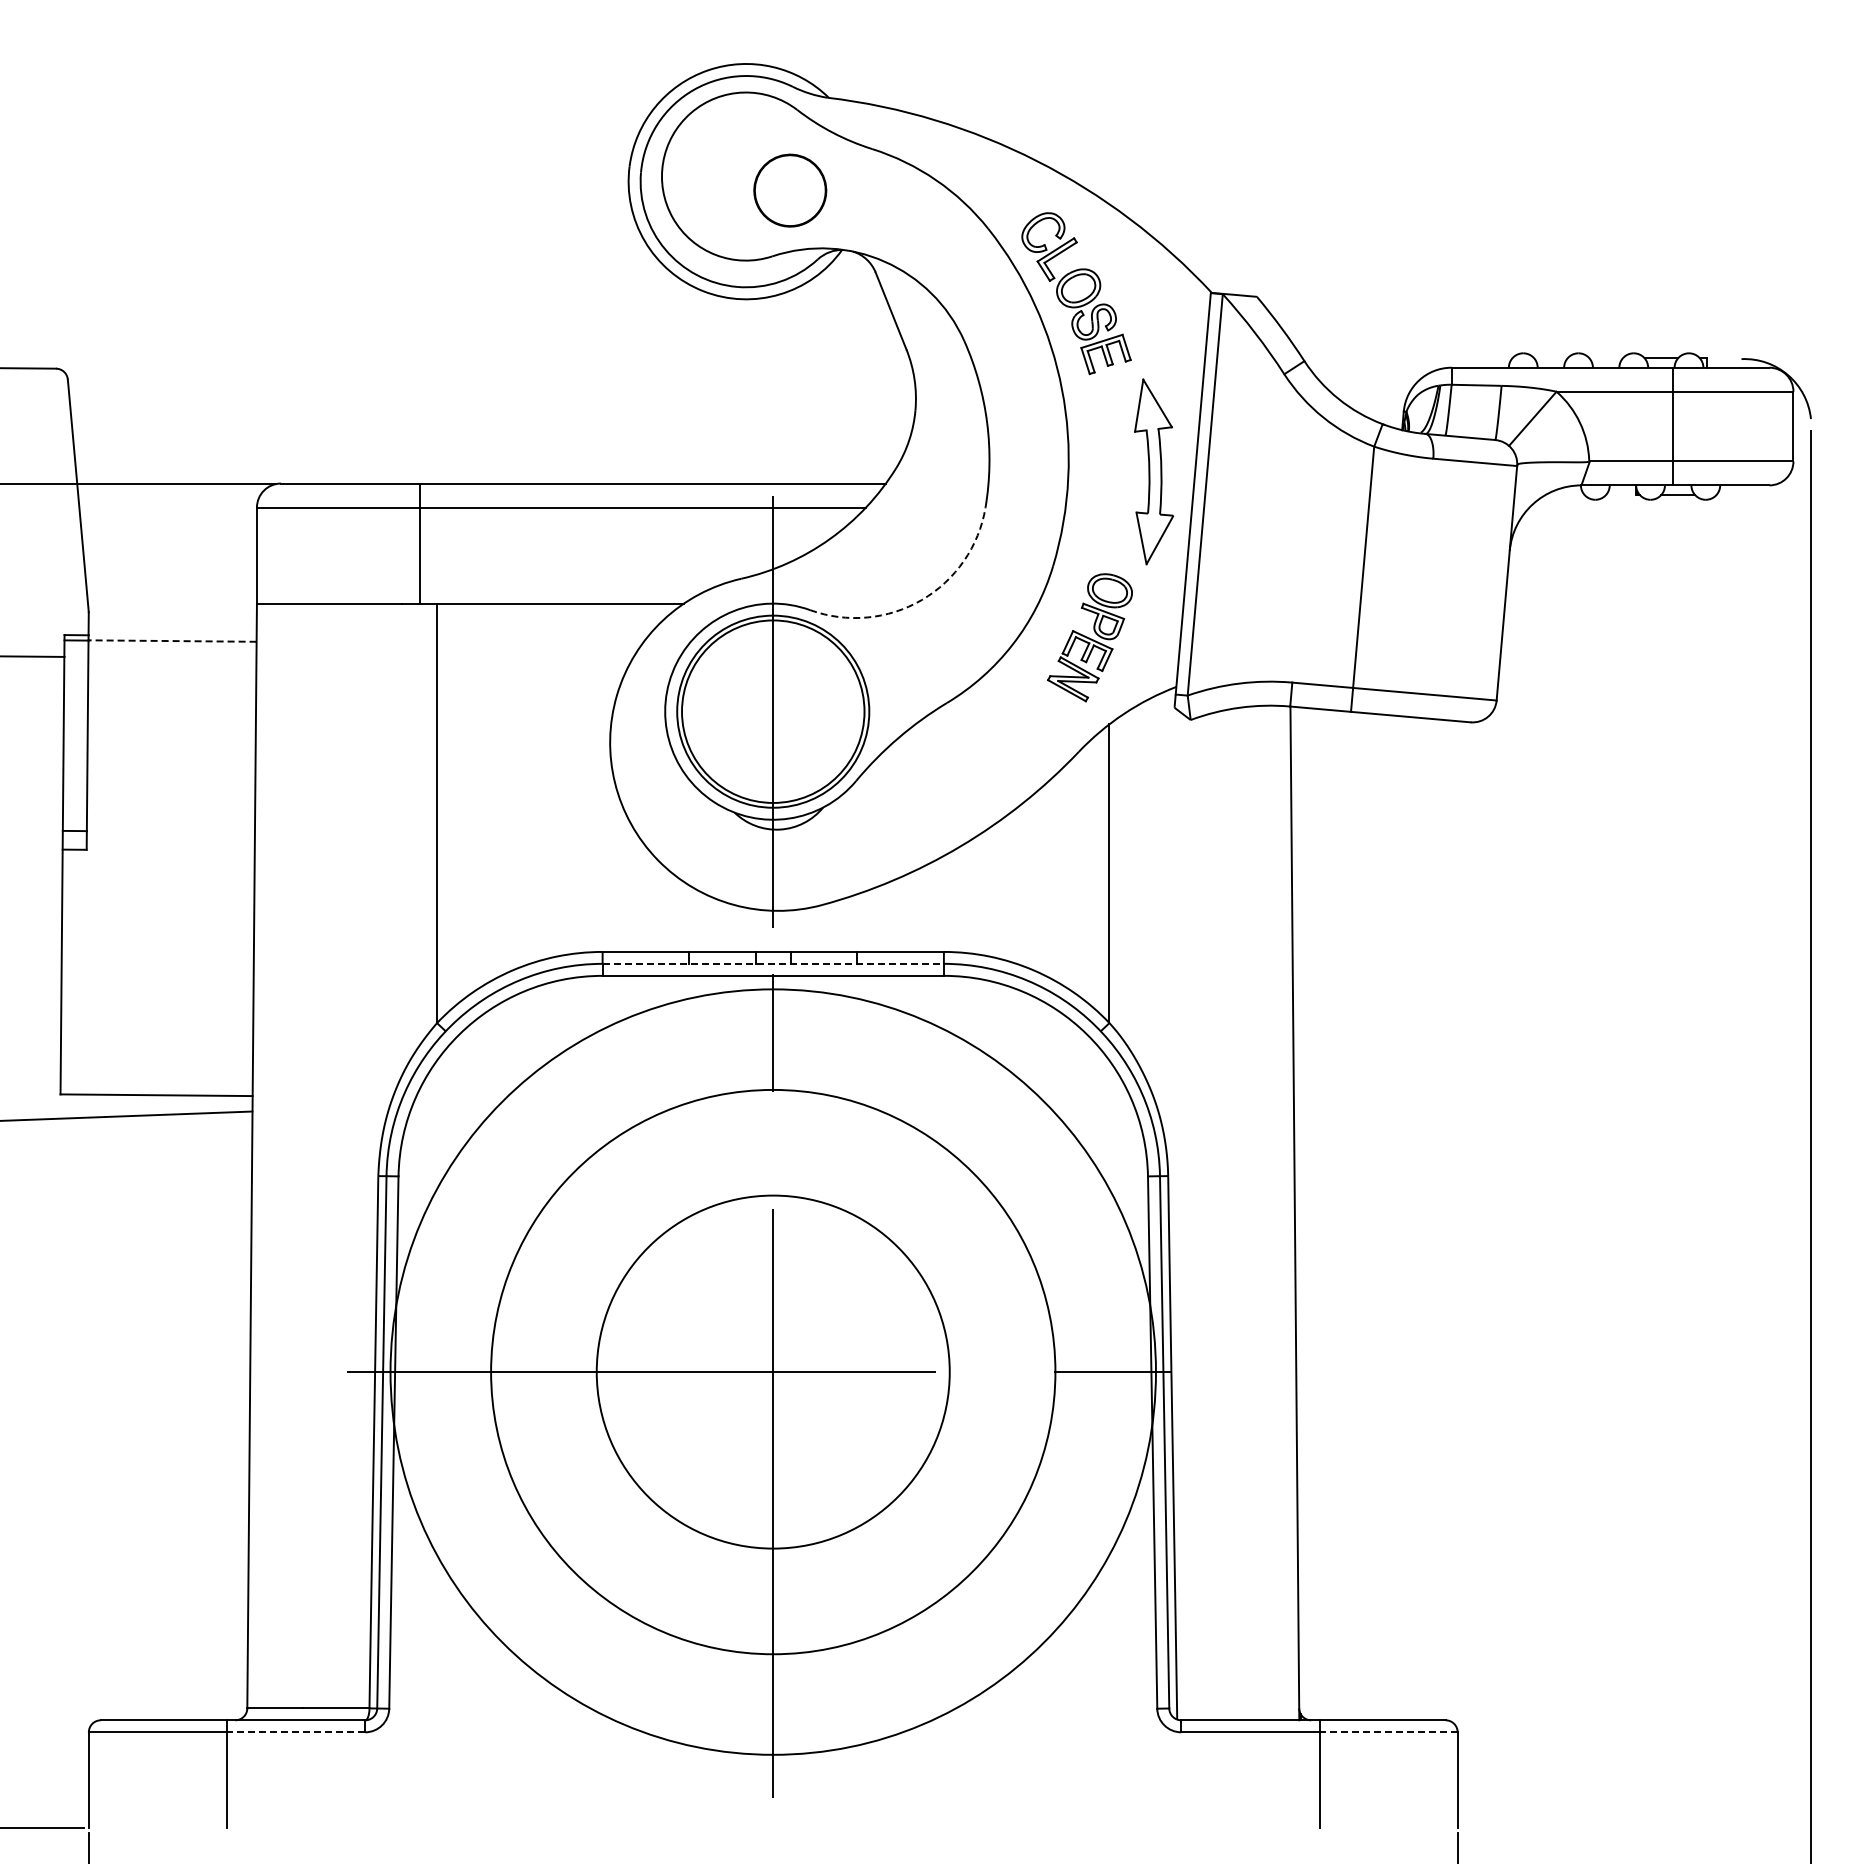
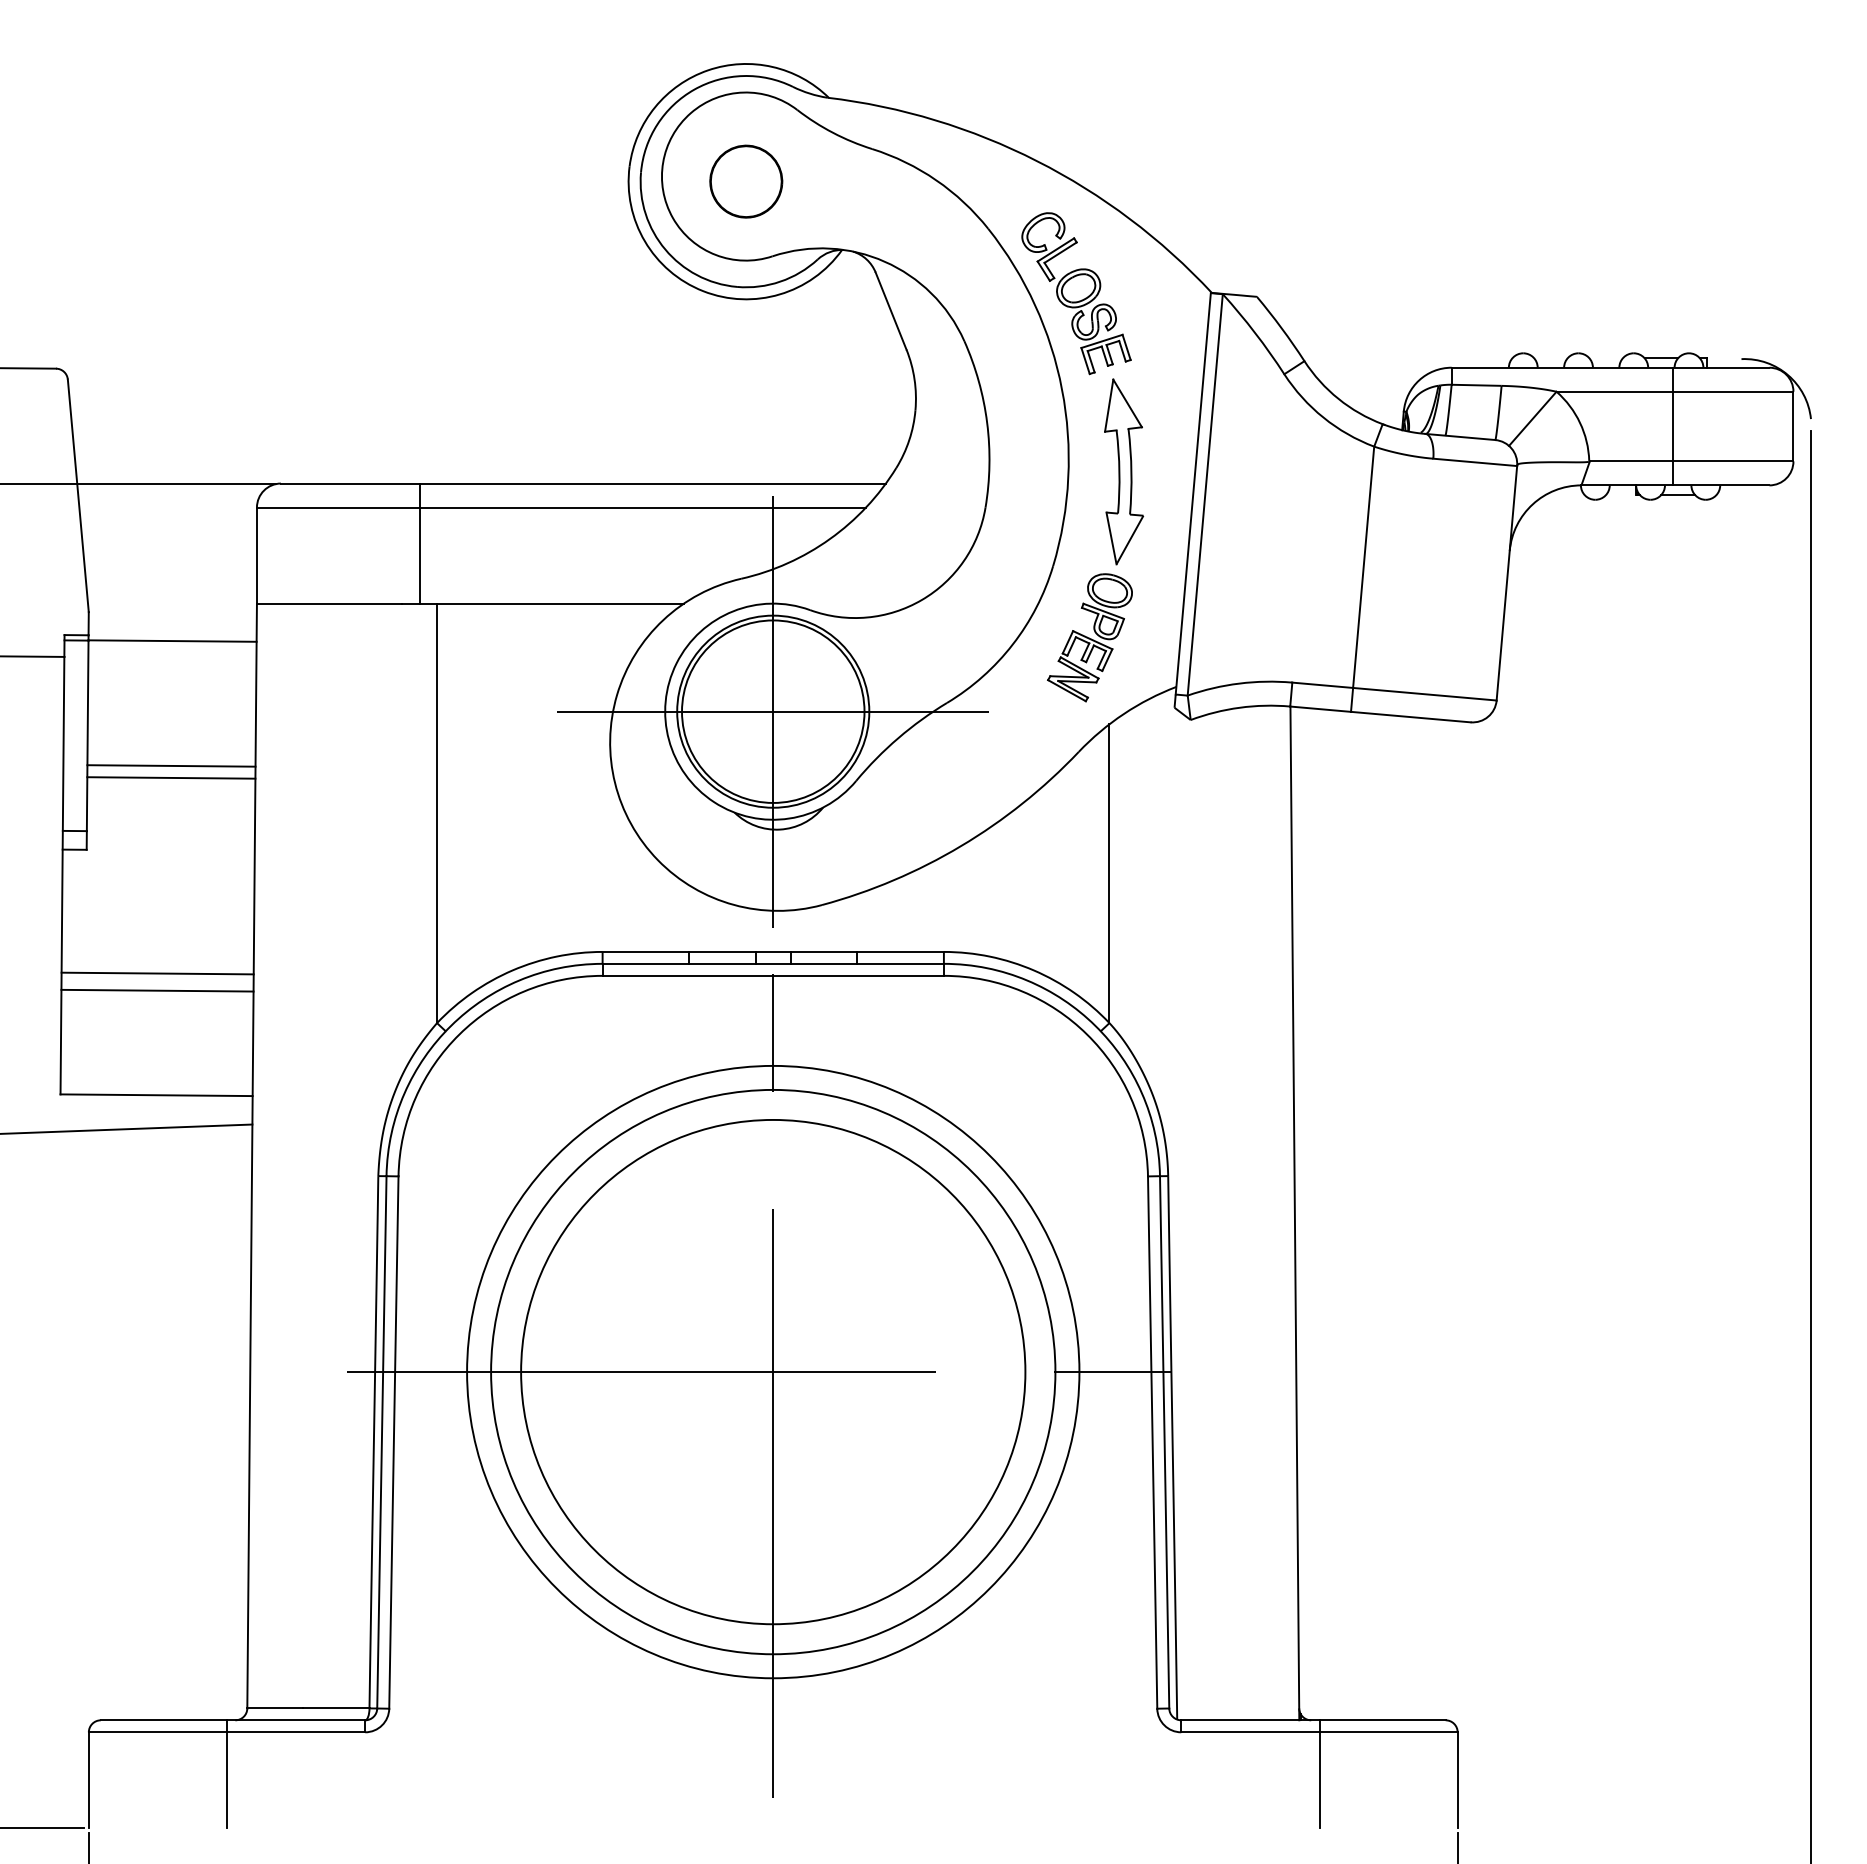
part at (790, 190) position: (790, 190) -> (746, 181)
part at (1154, 471) position: (1154, 471) -> (1124, 471)
arc at (921, 600): dashed -> solid
line at (172, 641): dashed -> solid
line at (773, 711): none -> present
line at (171, 765): none -> present
line at (171, 777): none -> present
line at (773, 963): dashed -> solid
line at (157, 973): none -> present
line at (157, 990): none -> present
line at (127, 1115) position: (127, 1115) -> (127, 1128)
circle at (772, 1371) diameter: 353 px -> 504 px
circle at (772, 1371) diameter: 765 px -> 612 px
line at (295, 1732): dashed -> solid
line at (1388, 1732): dashed -> solid
